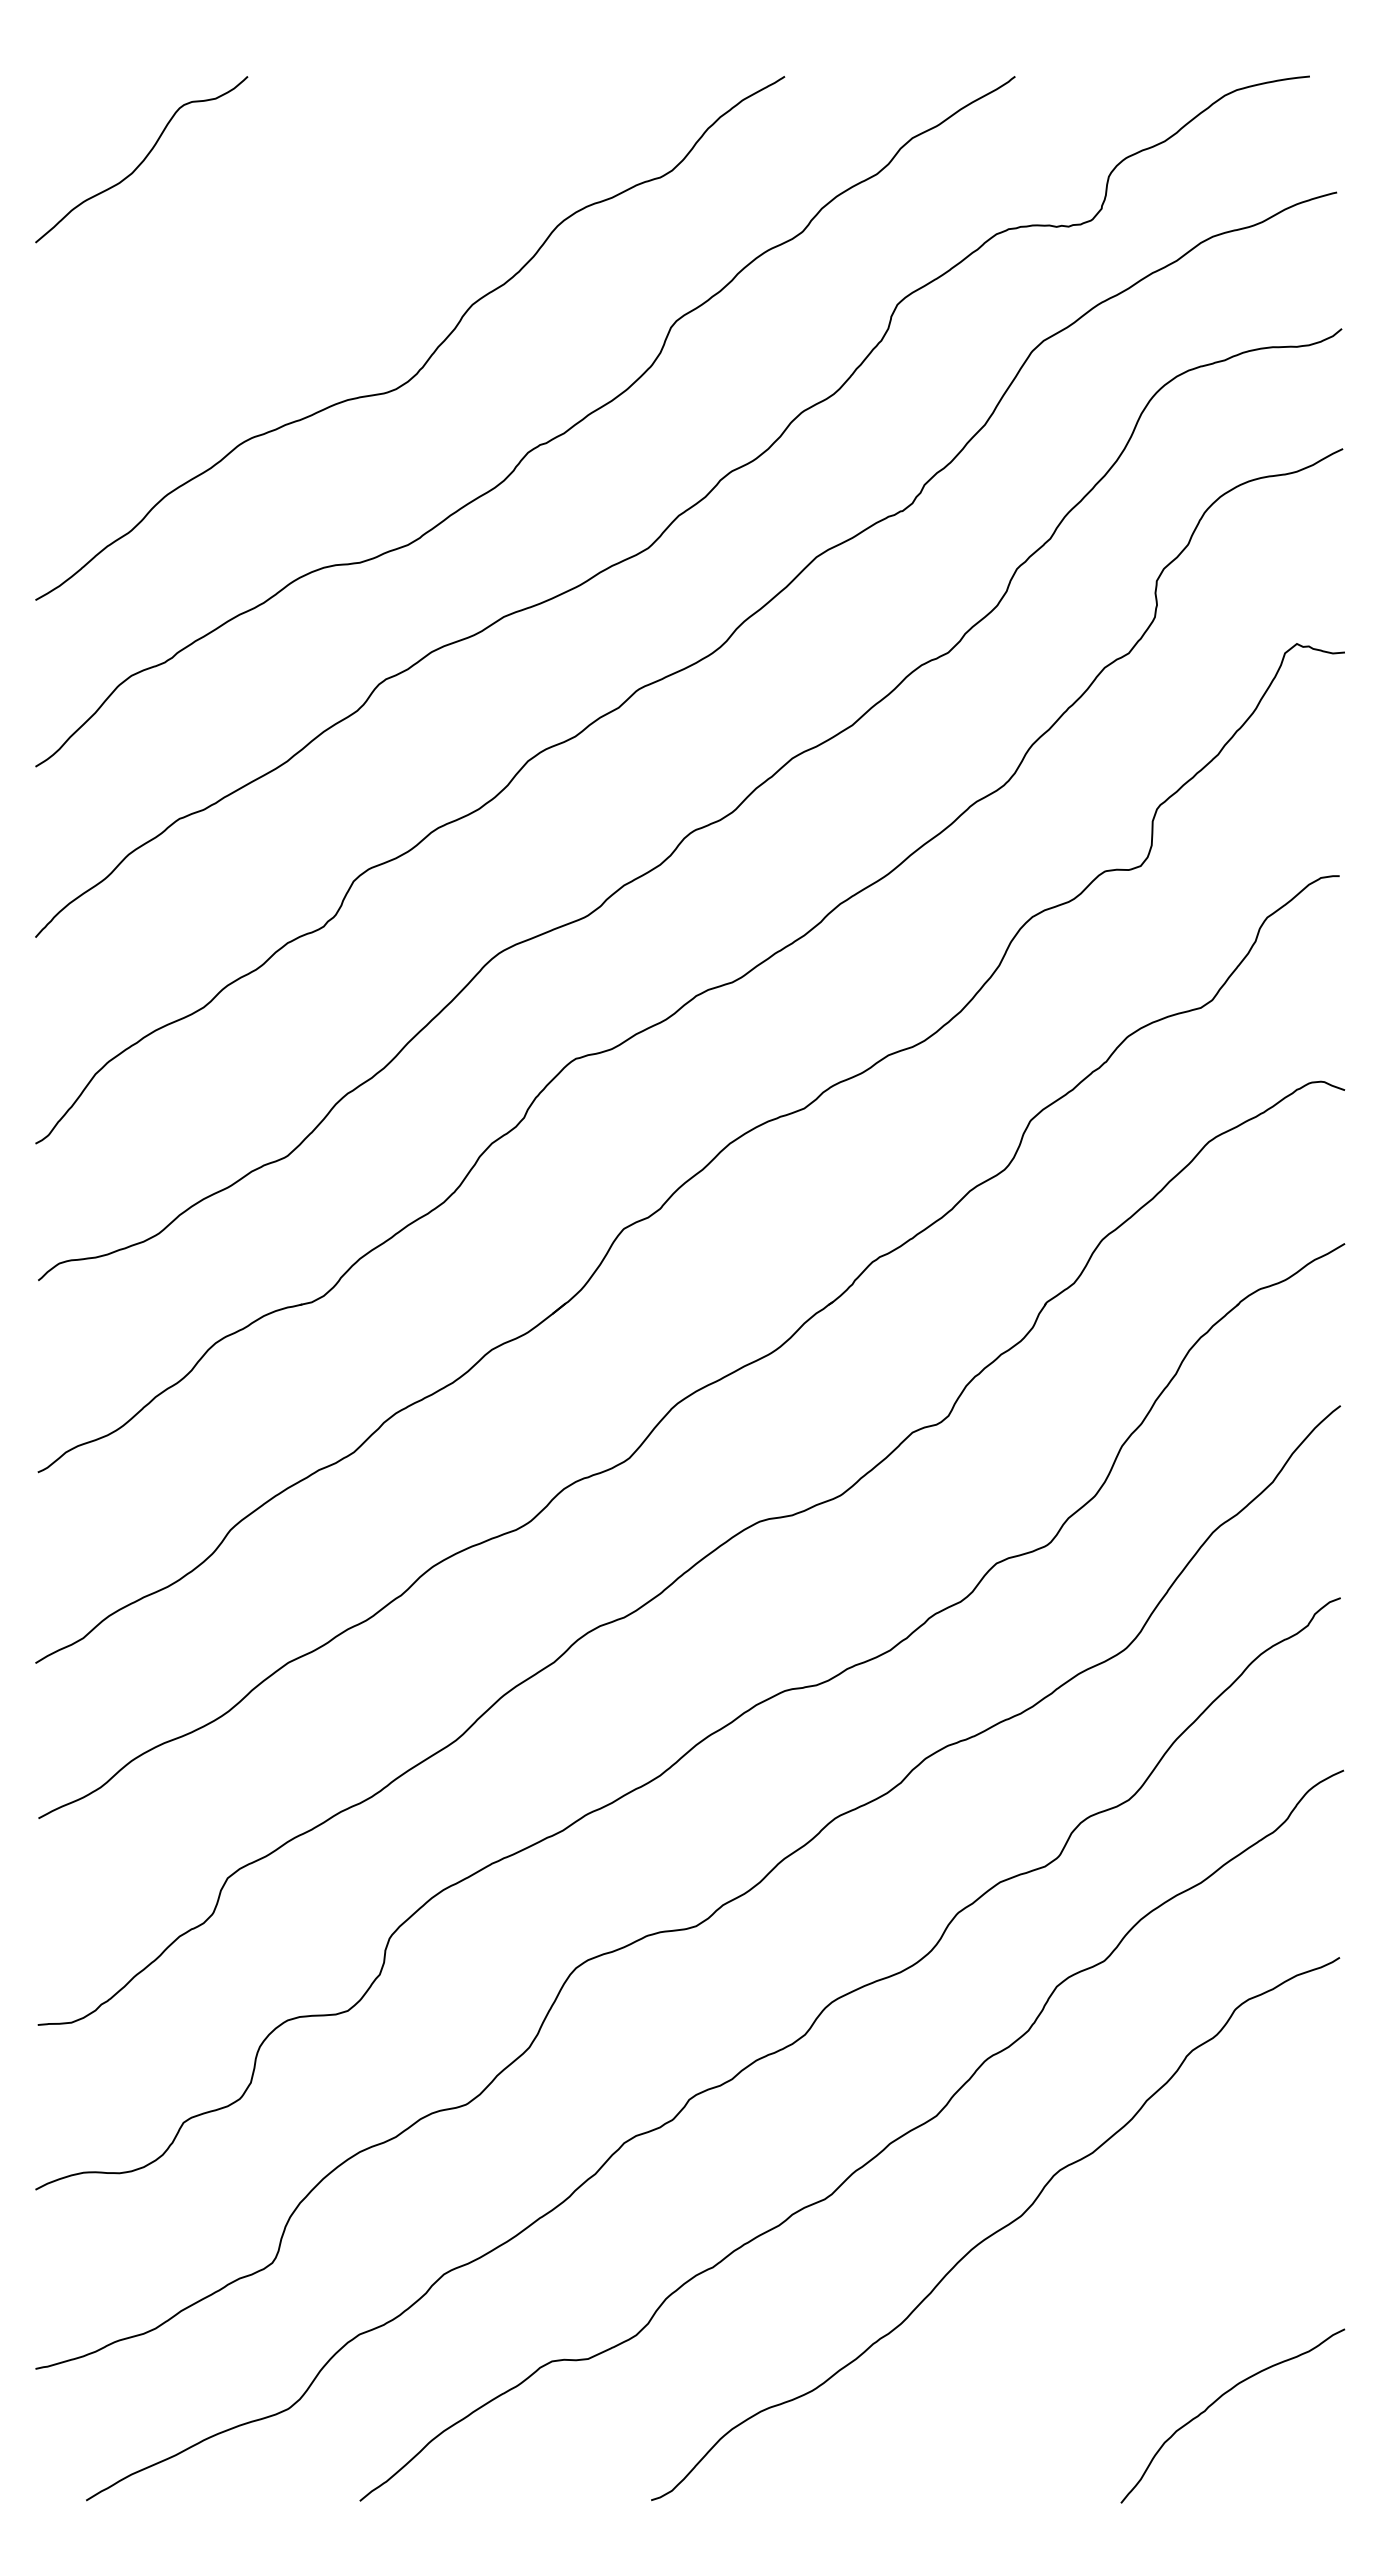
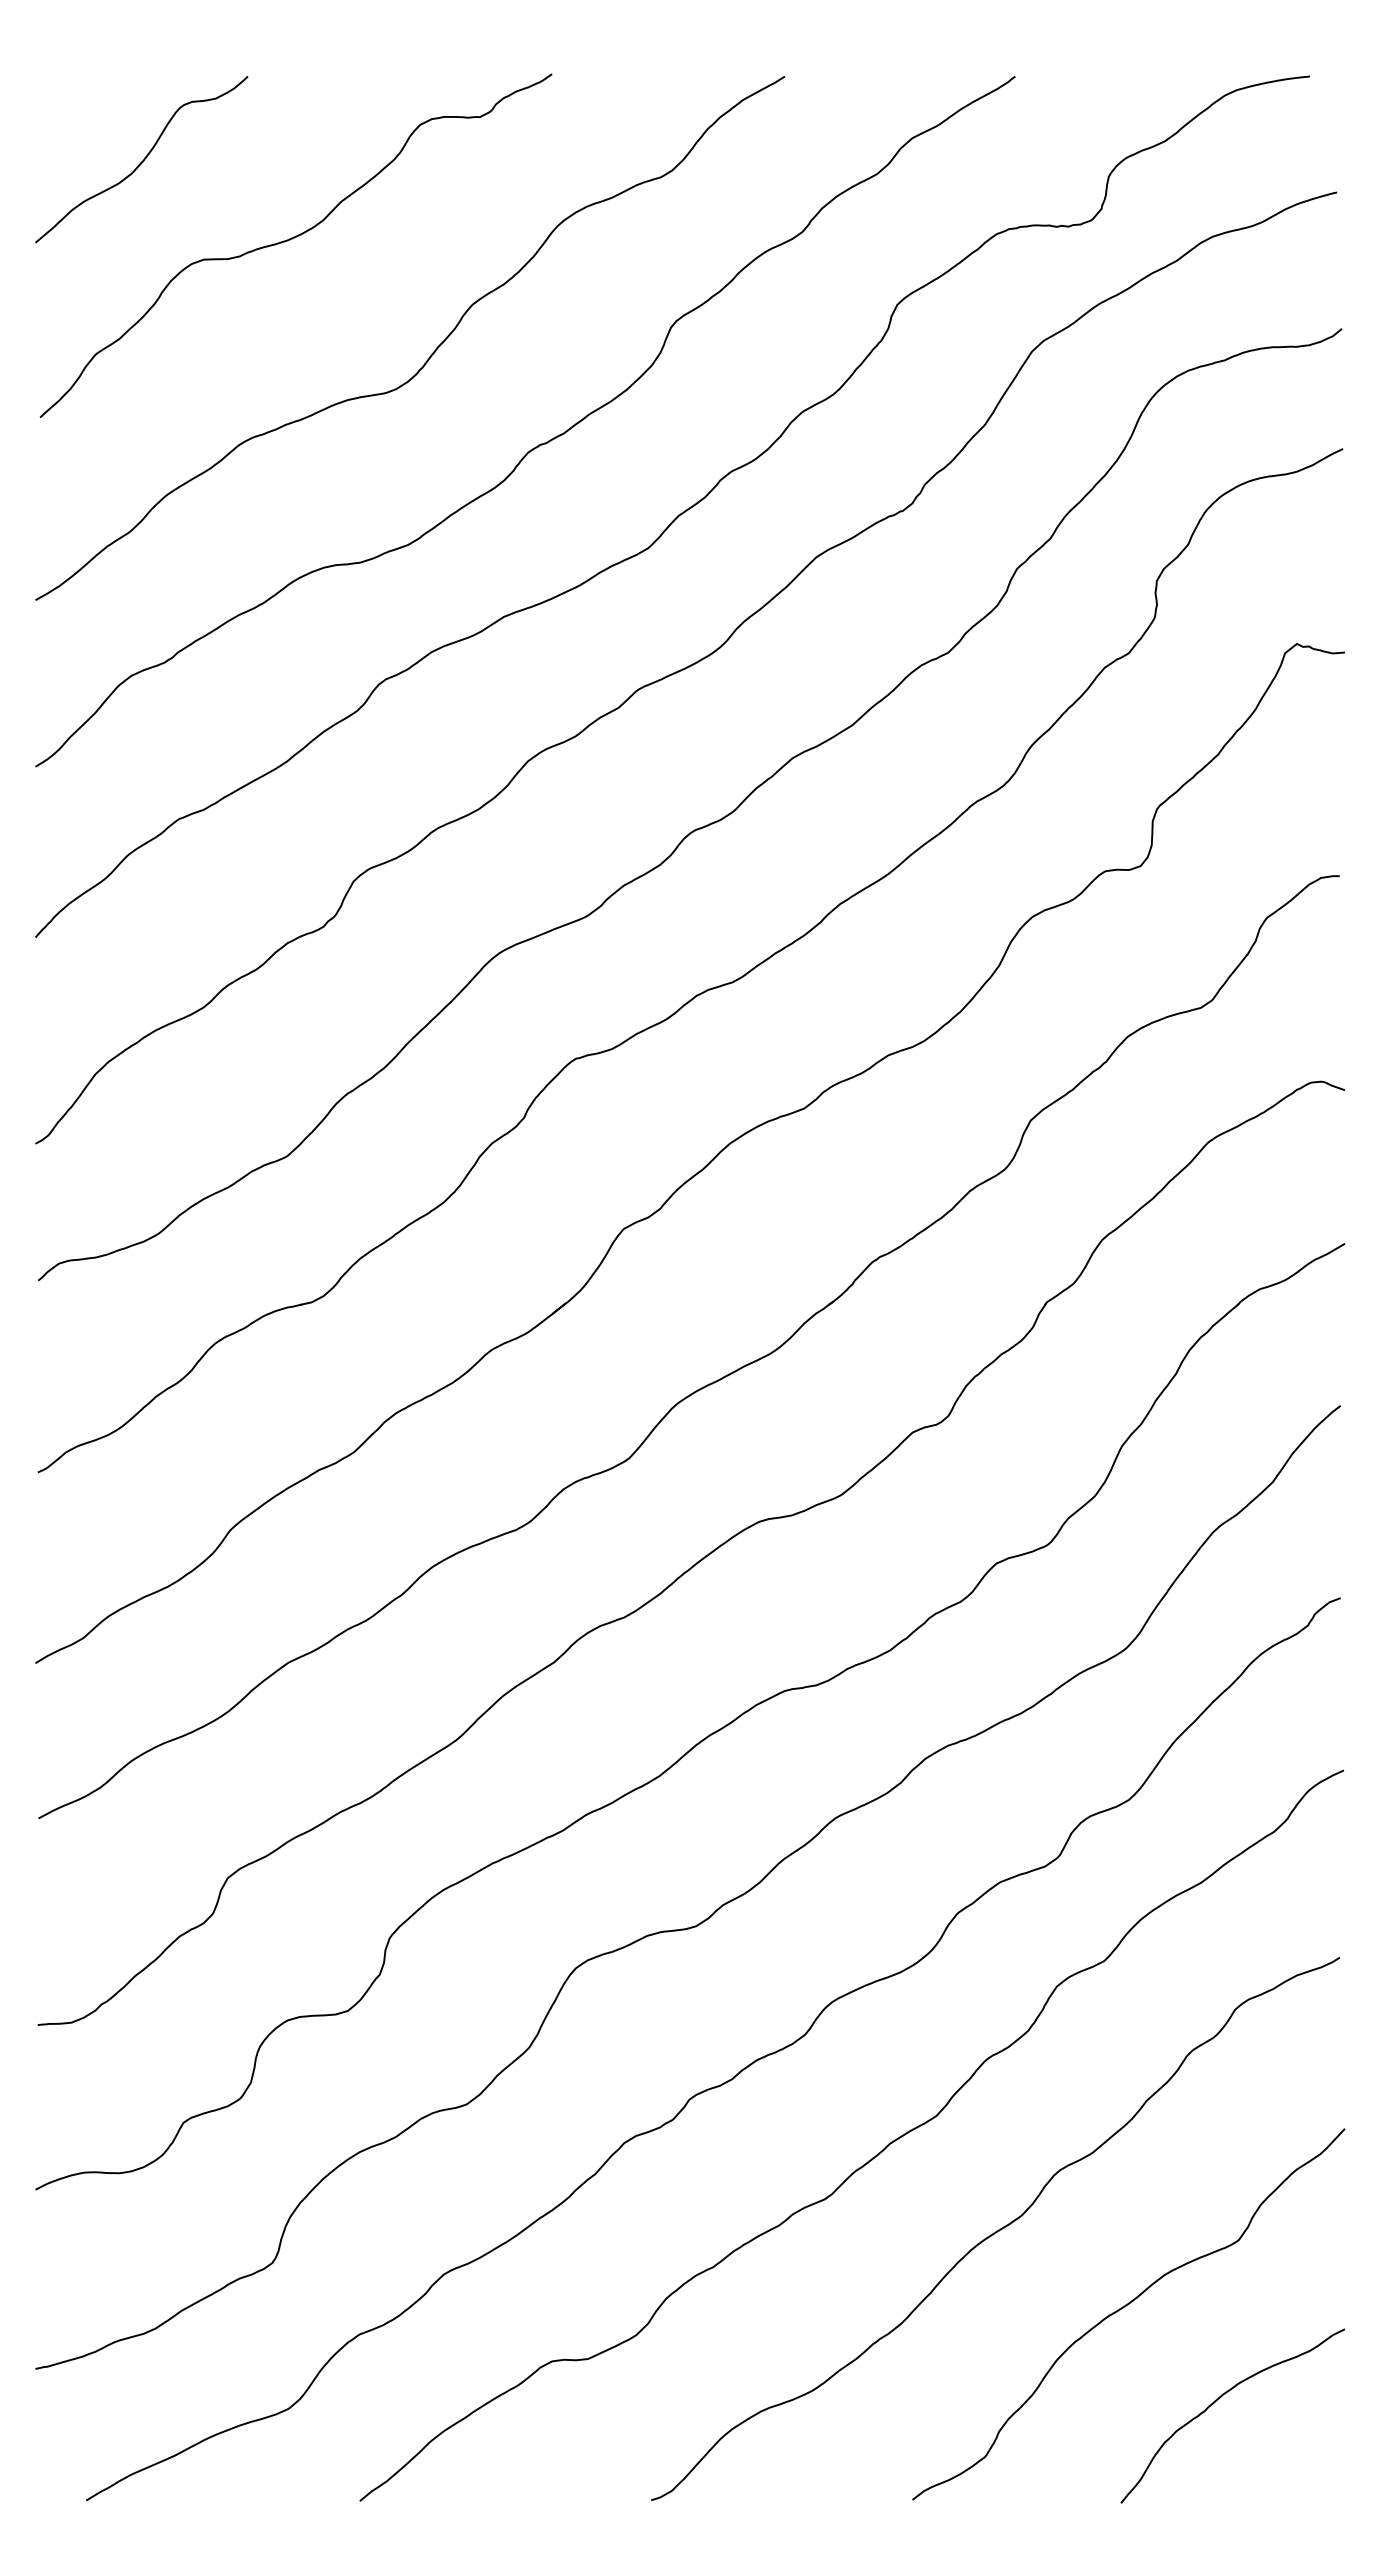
curve at (292, 239): none -> present
curve at (1123, 2308): none -> present
